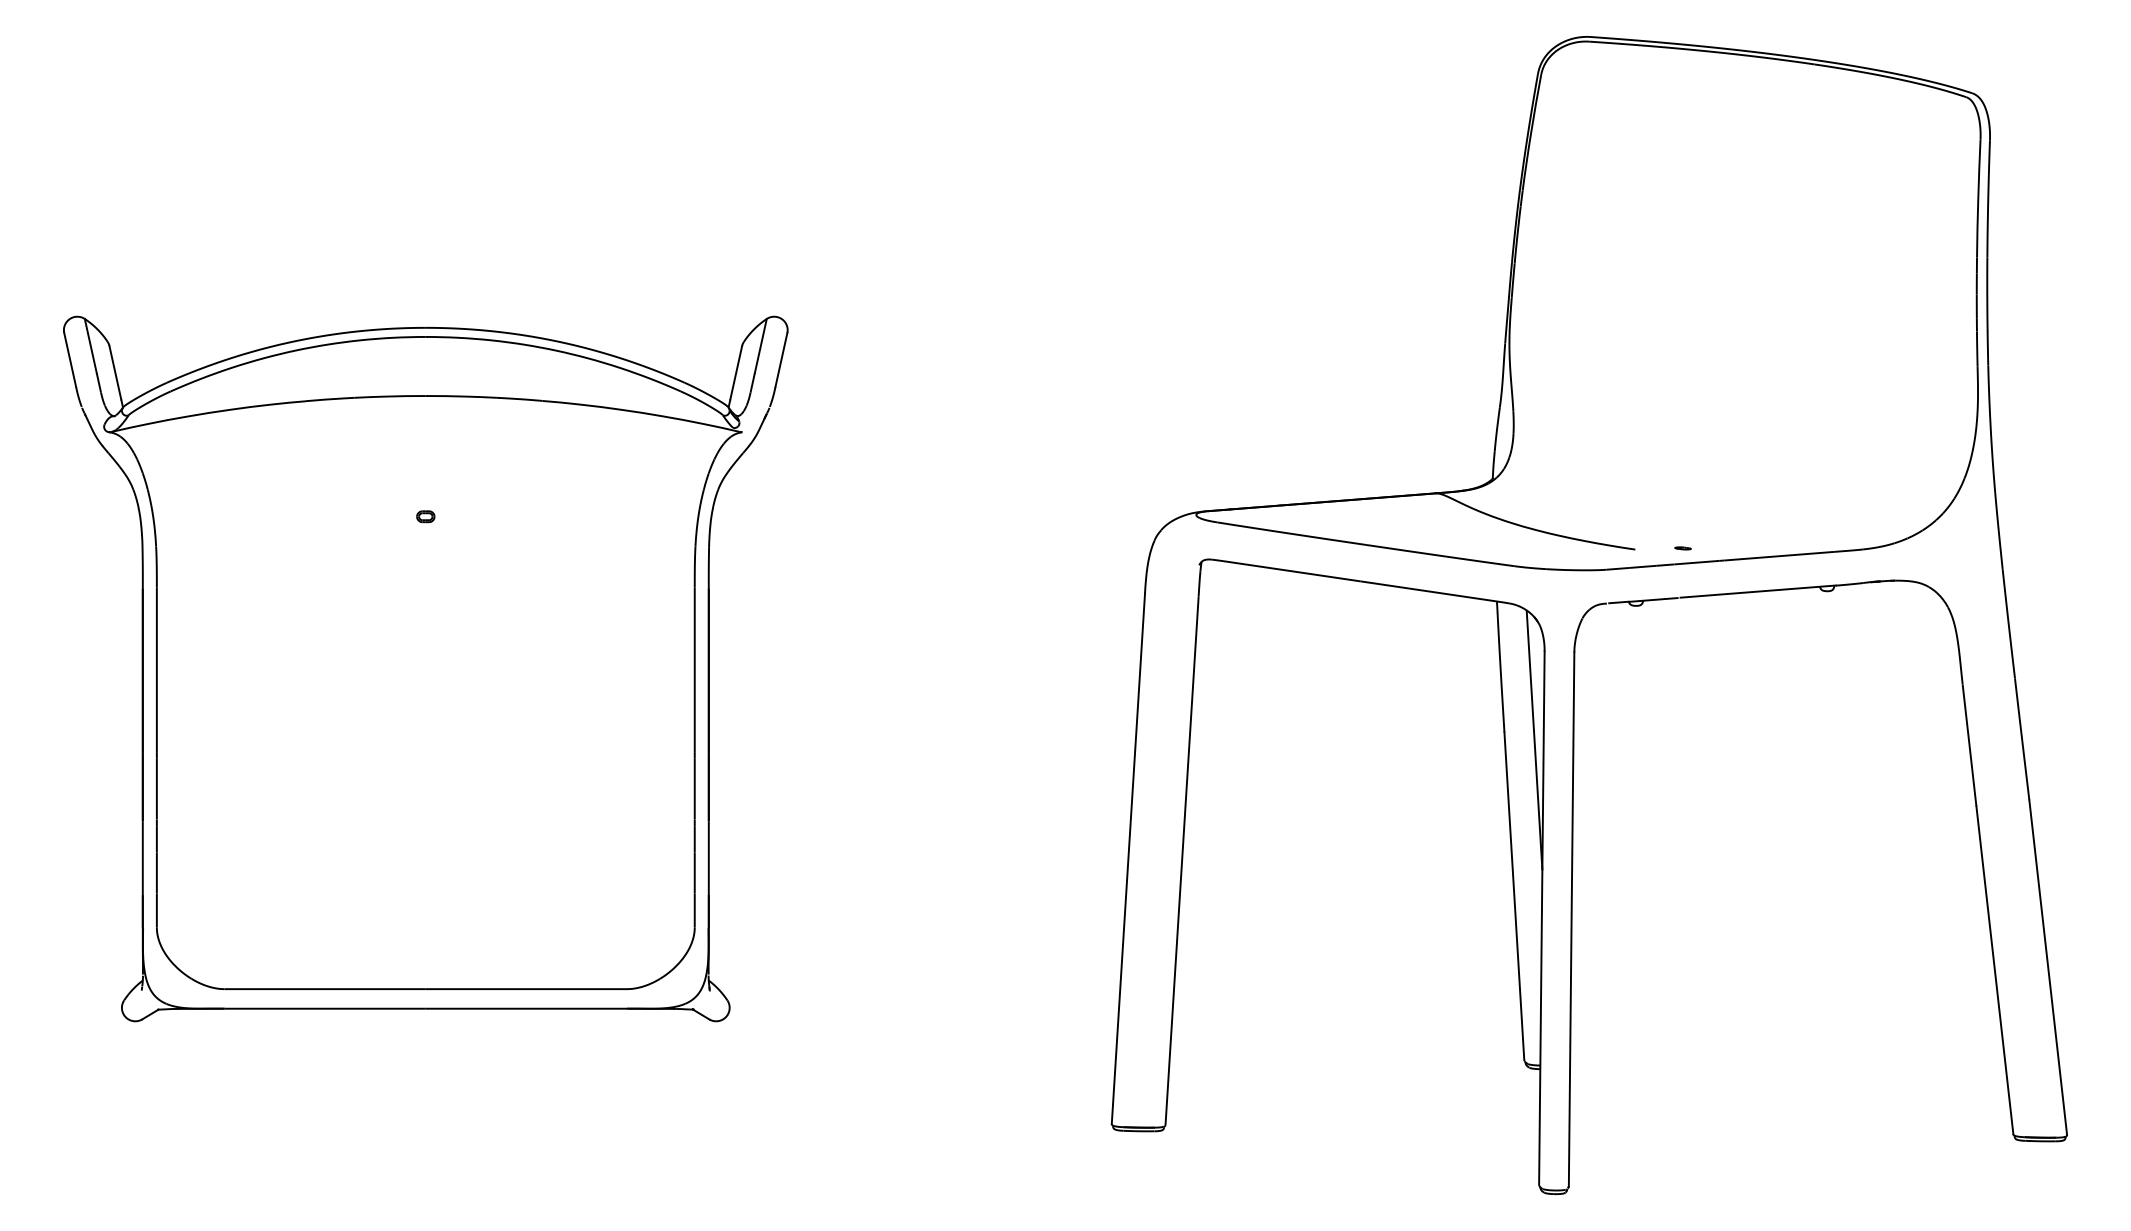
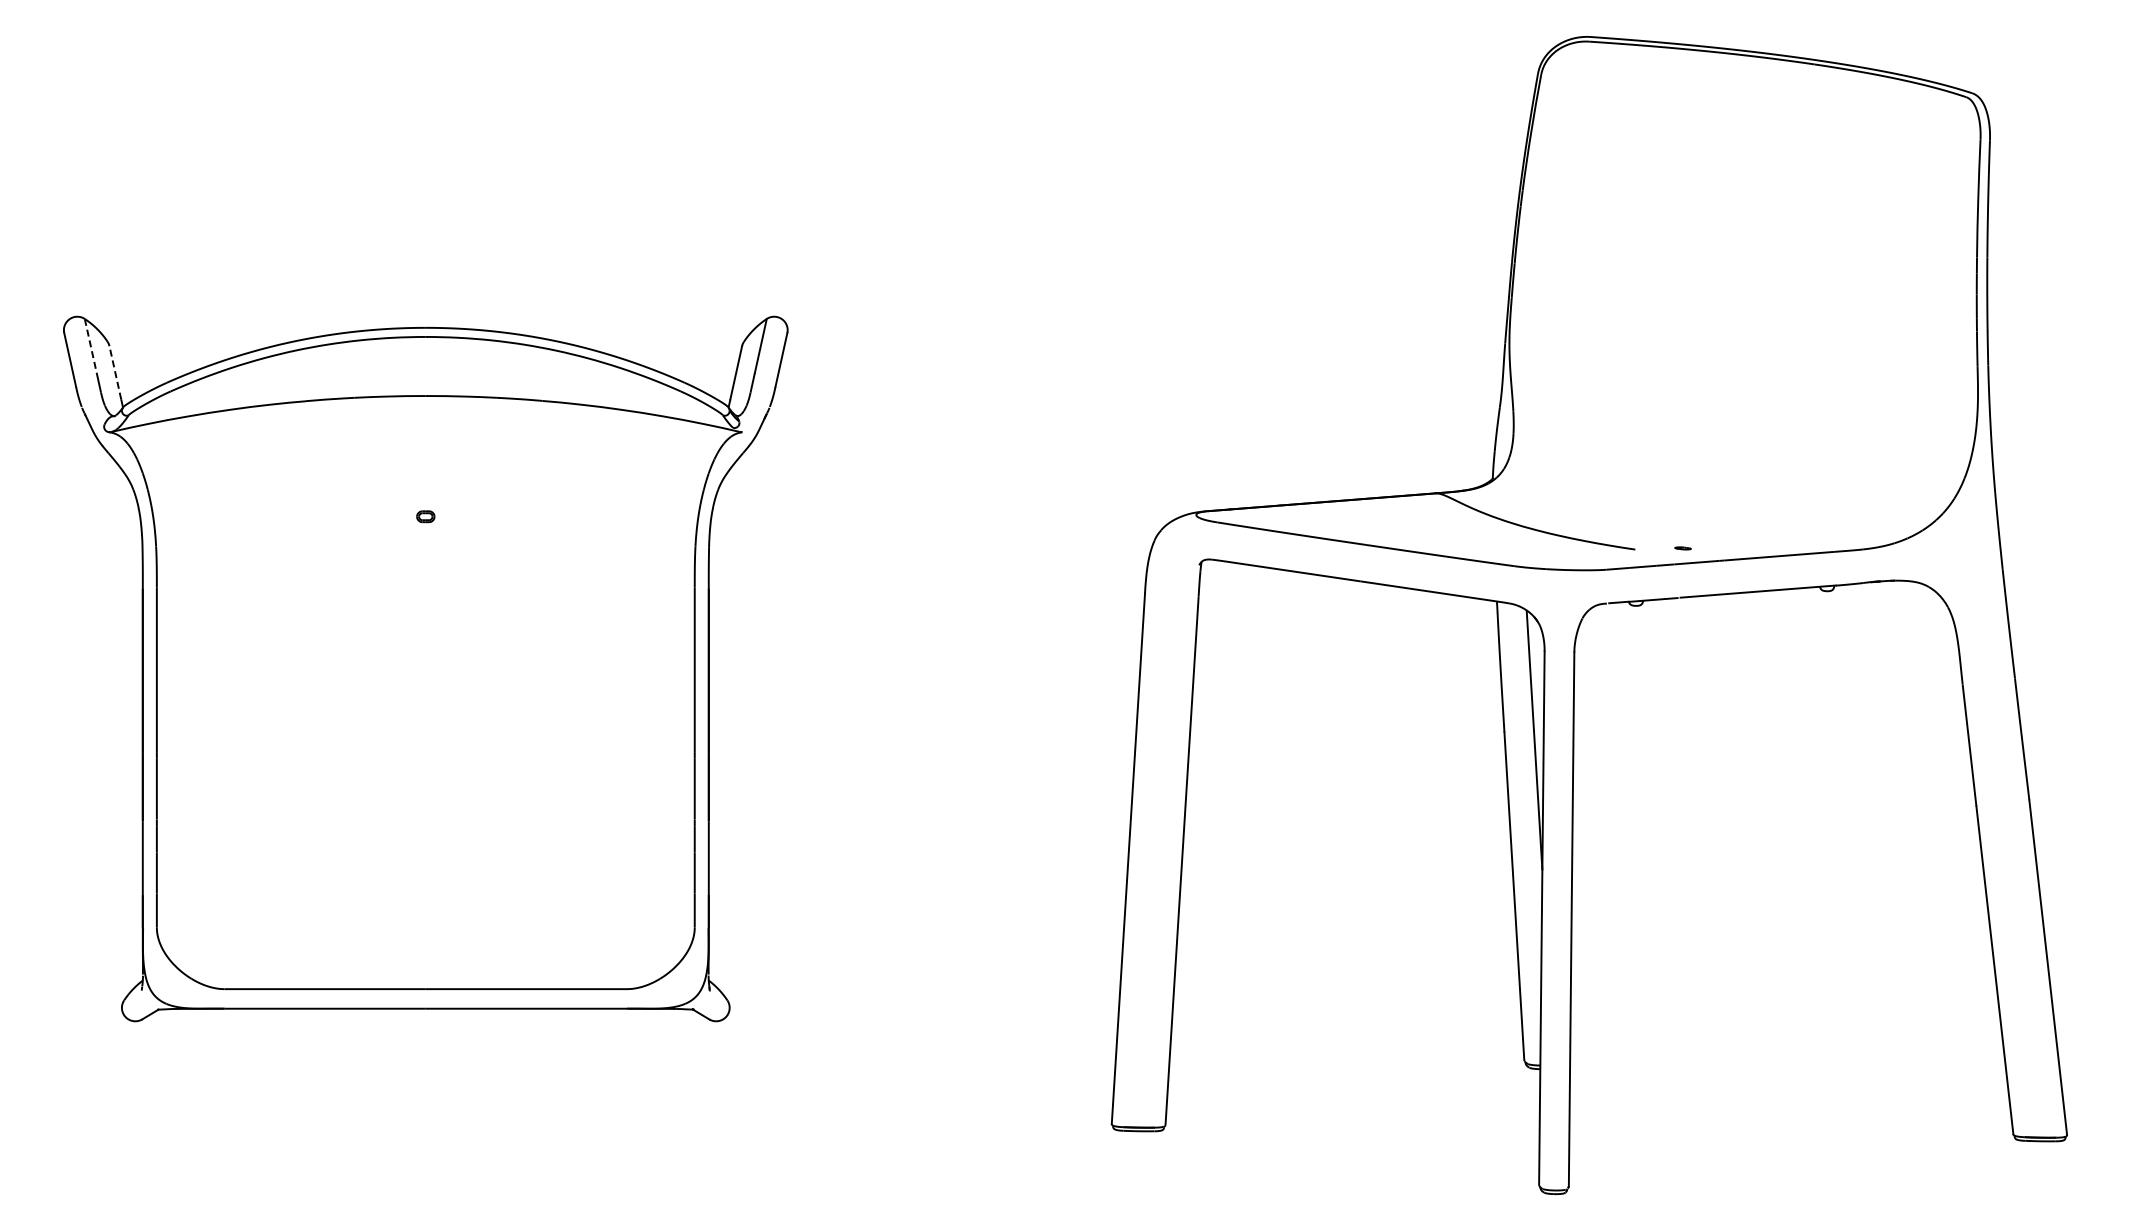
line at (90, 345): solid -> dashed
line at (115, 372): solid -> dashed
